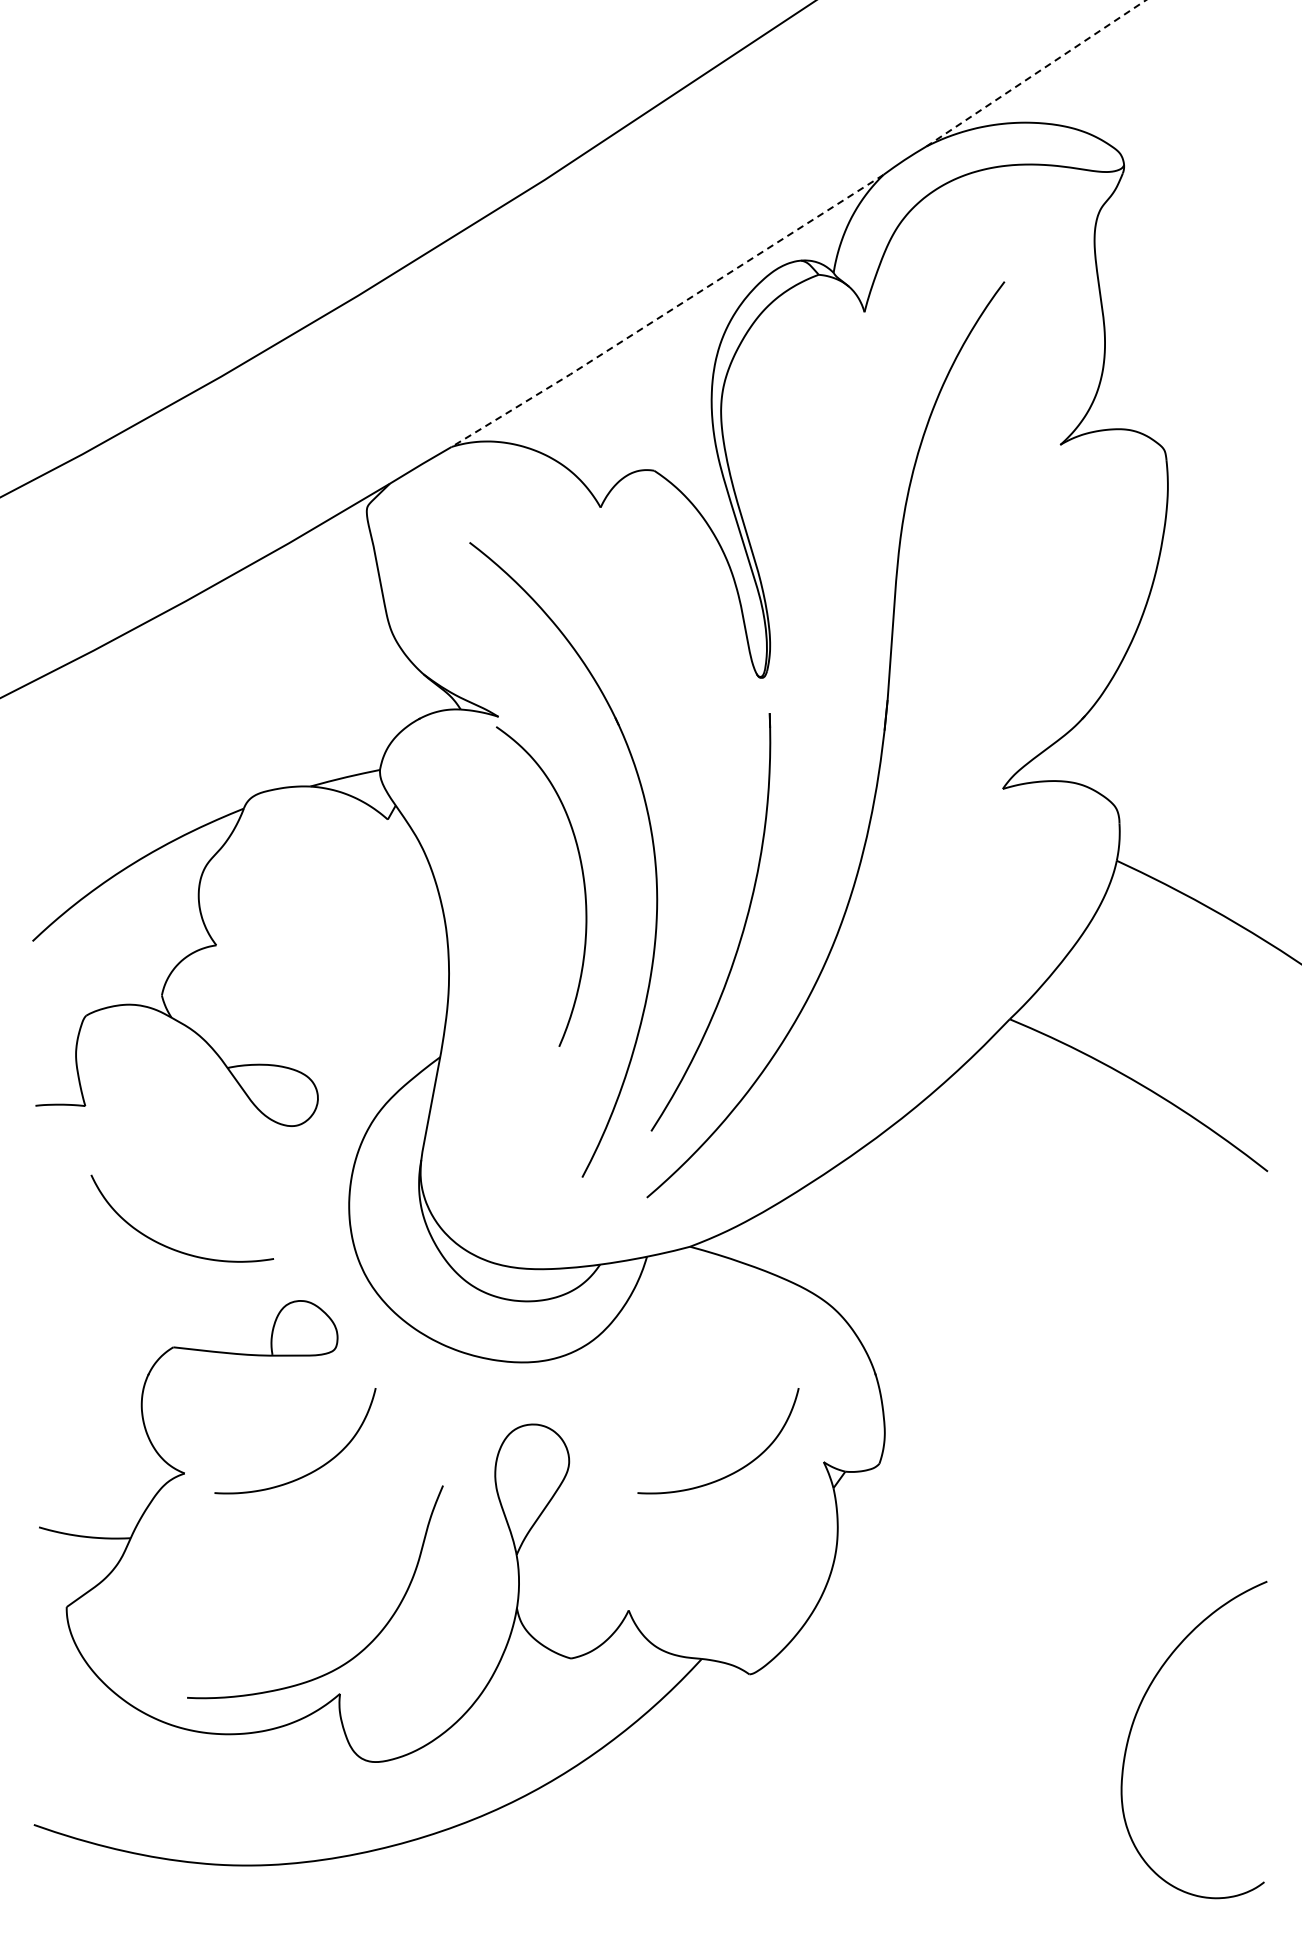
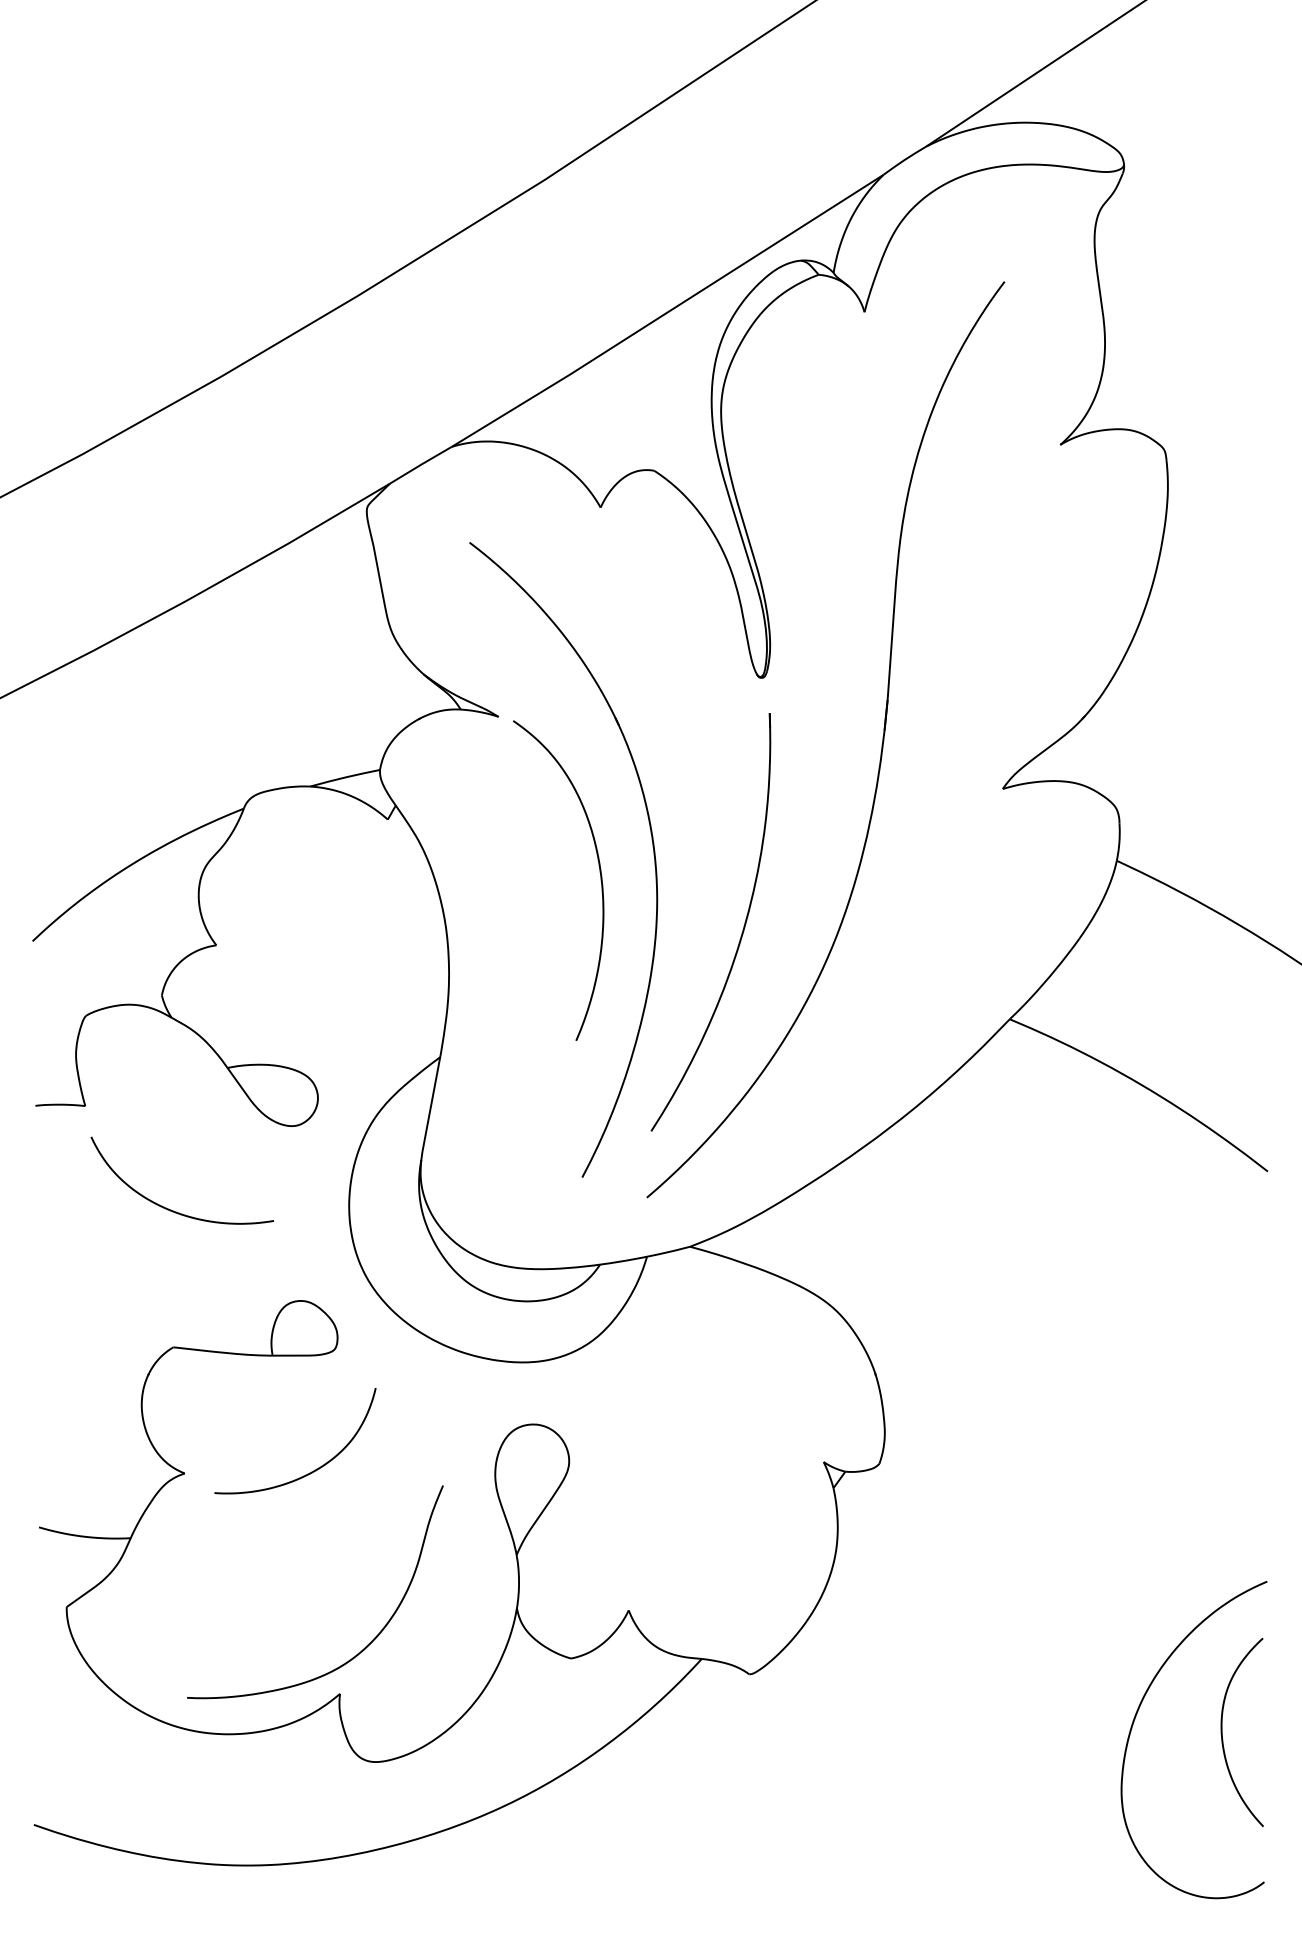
line at (1036, 73): dashed -> solid
line at (667, 312): dashed -> solid
curve at (582, 878) position: (582, 878) -> (599, 872)
curve at (171, 1247) position: (171, 1247) -> (171, 1209)
curve at (734, 1471): present -> none
curve at (1222, 1731): none -> present
